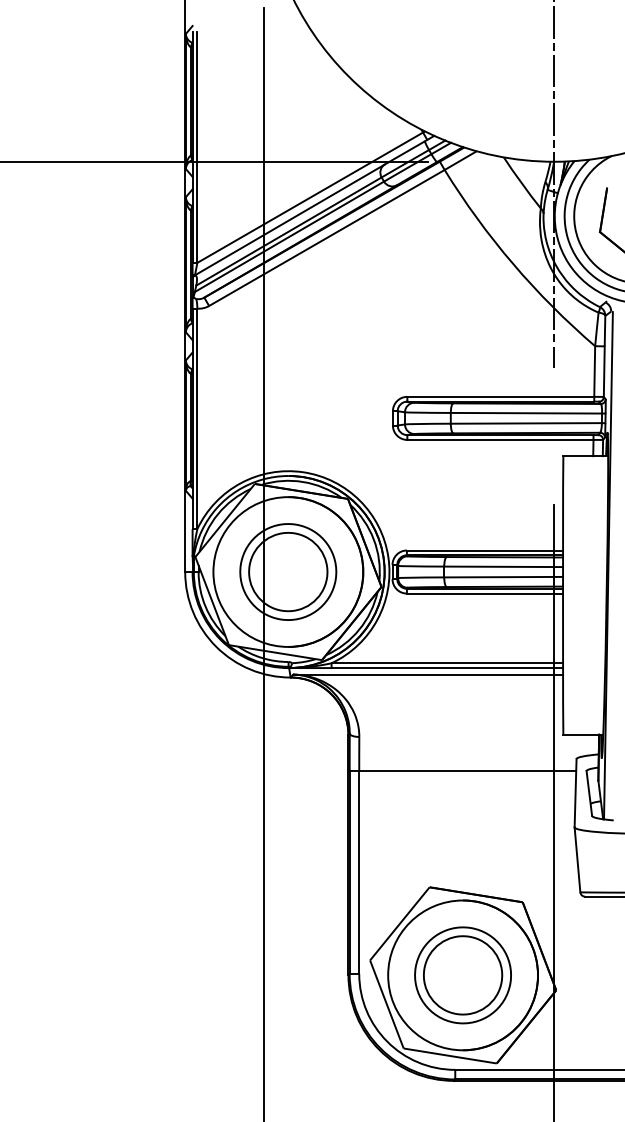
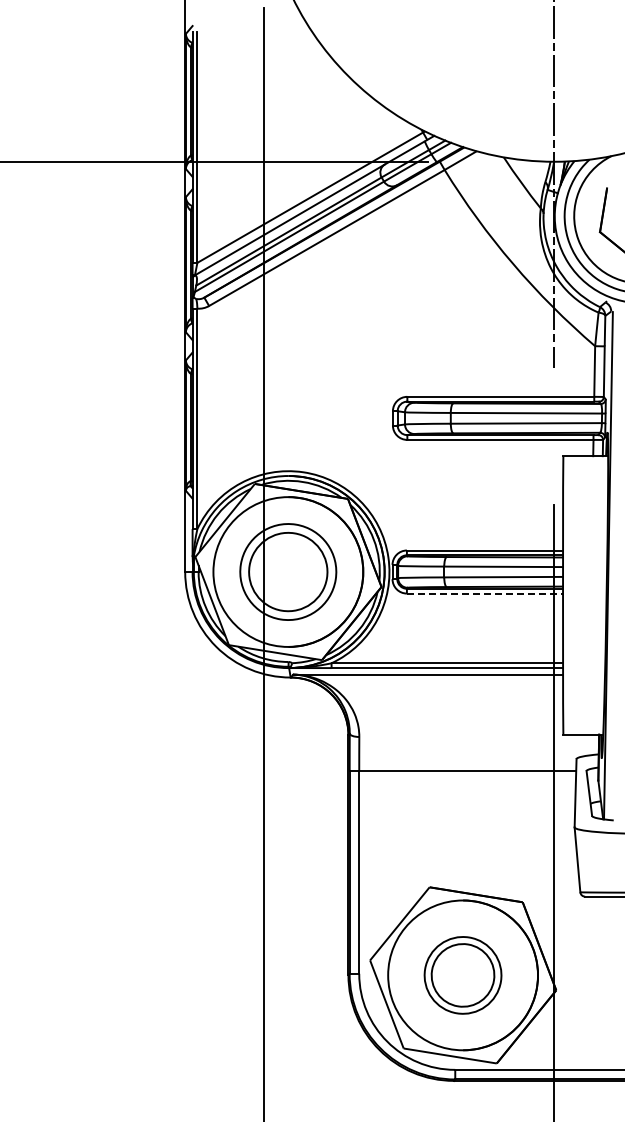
line at (485, 593): solid -> dashed
part at (462, 975) size: 98x99 px -> 80x79 px
